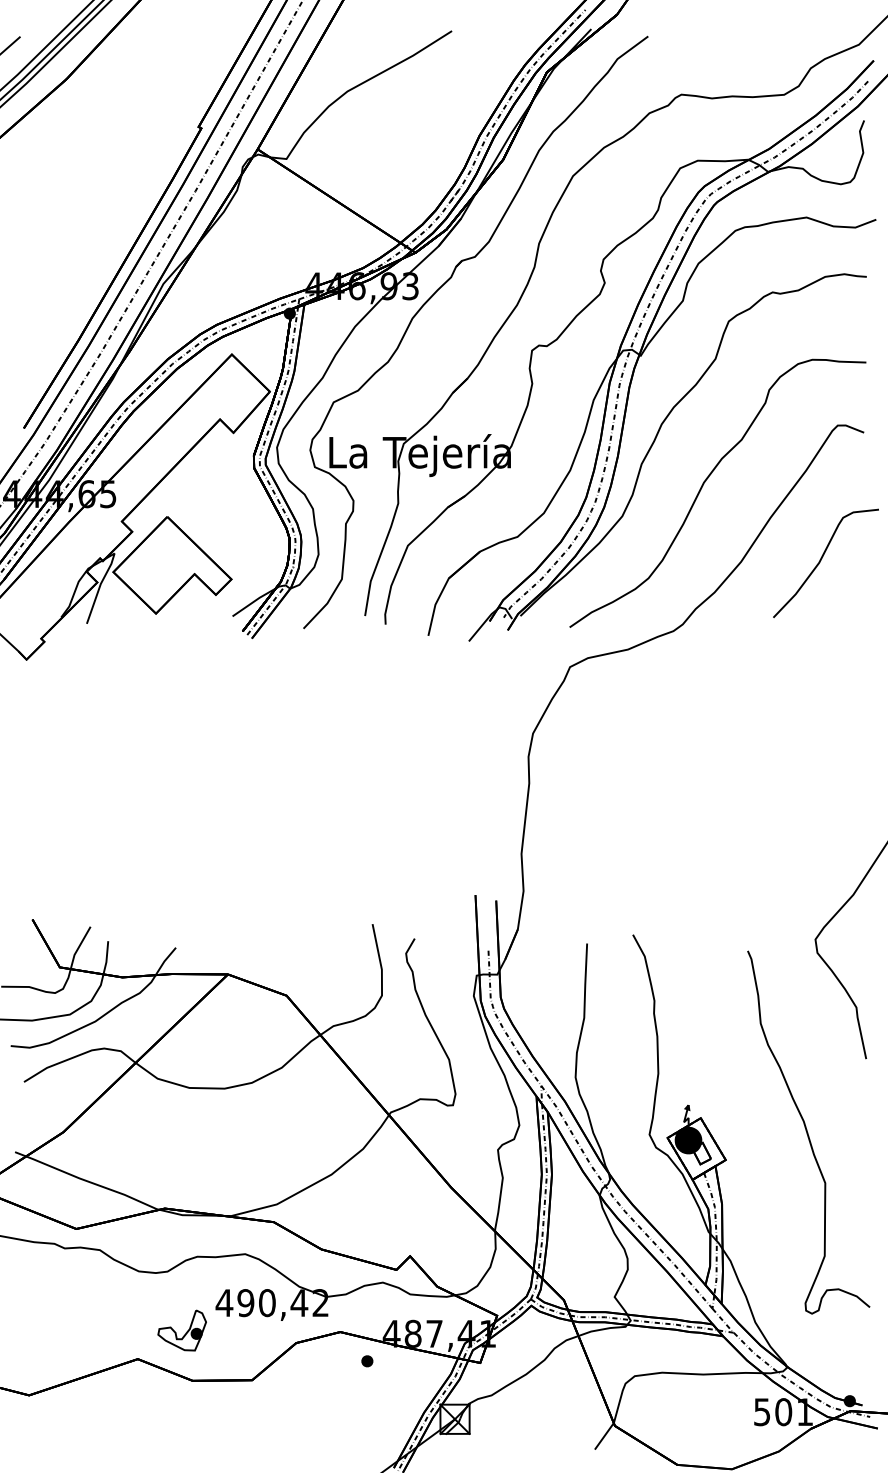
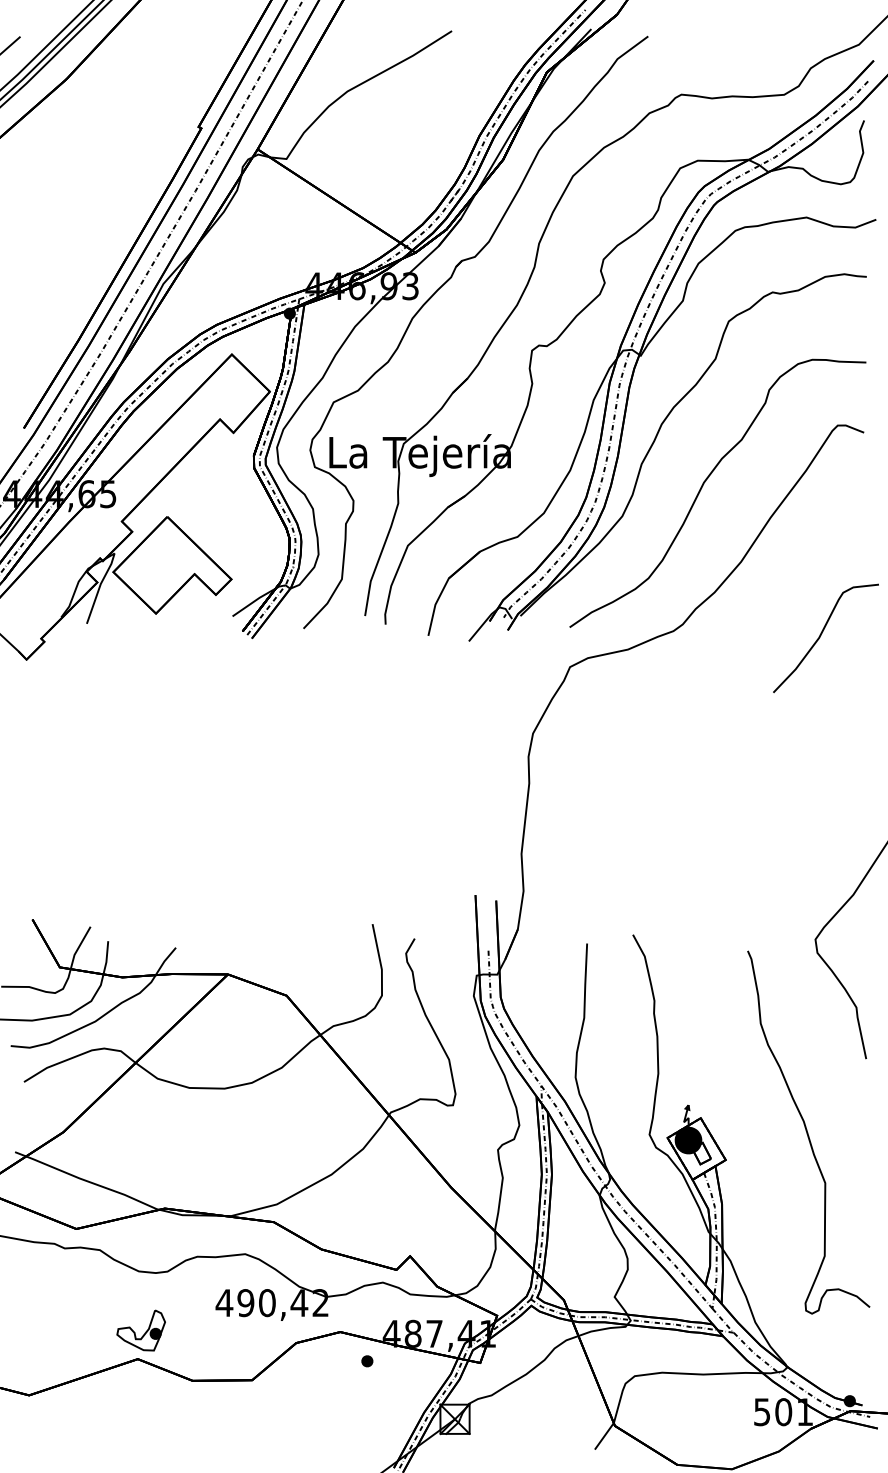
curve at (821, 560) position: (821, 560) -> (821, 635)
part at (181, 1330) position: (181, 1330) -> (140, 1330)
